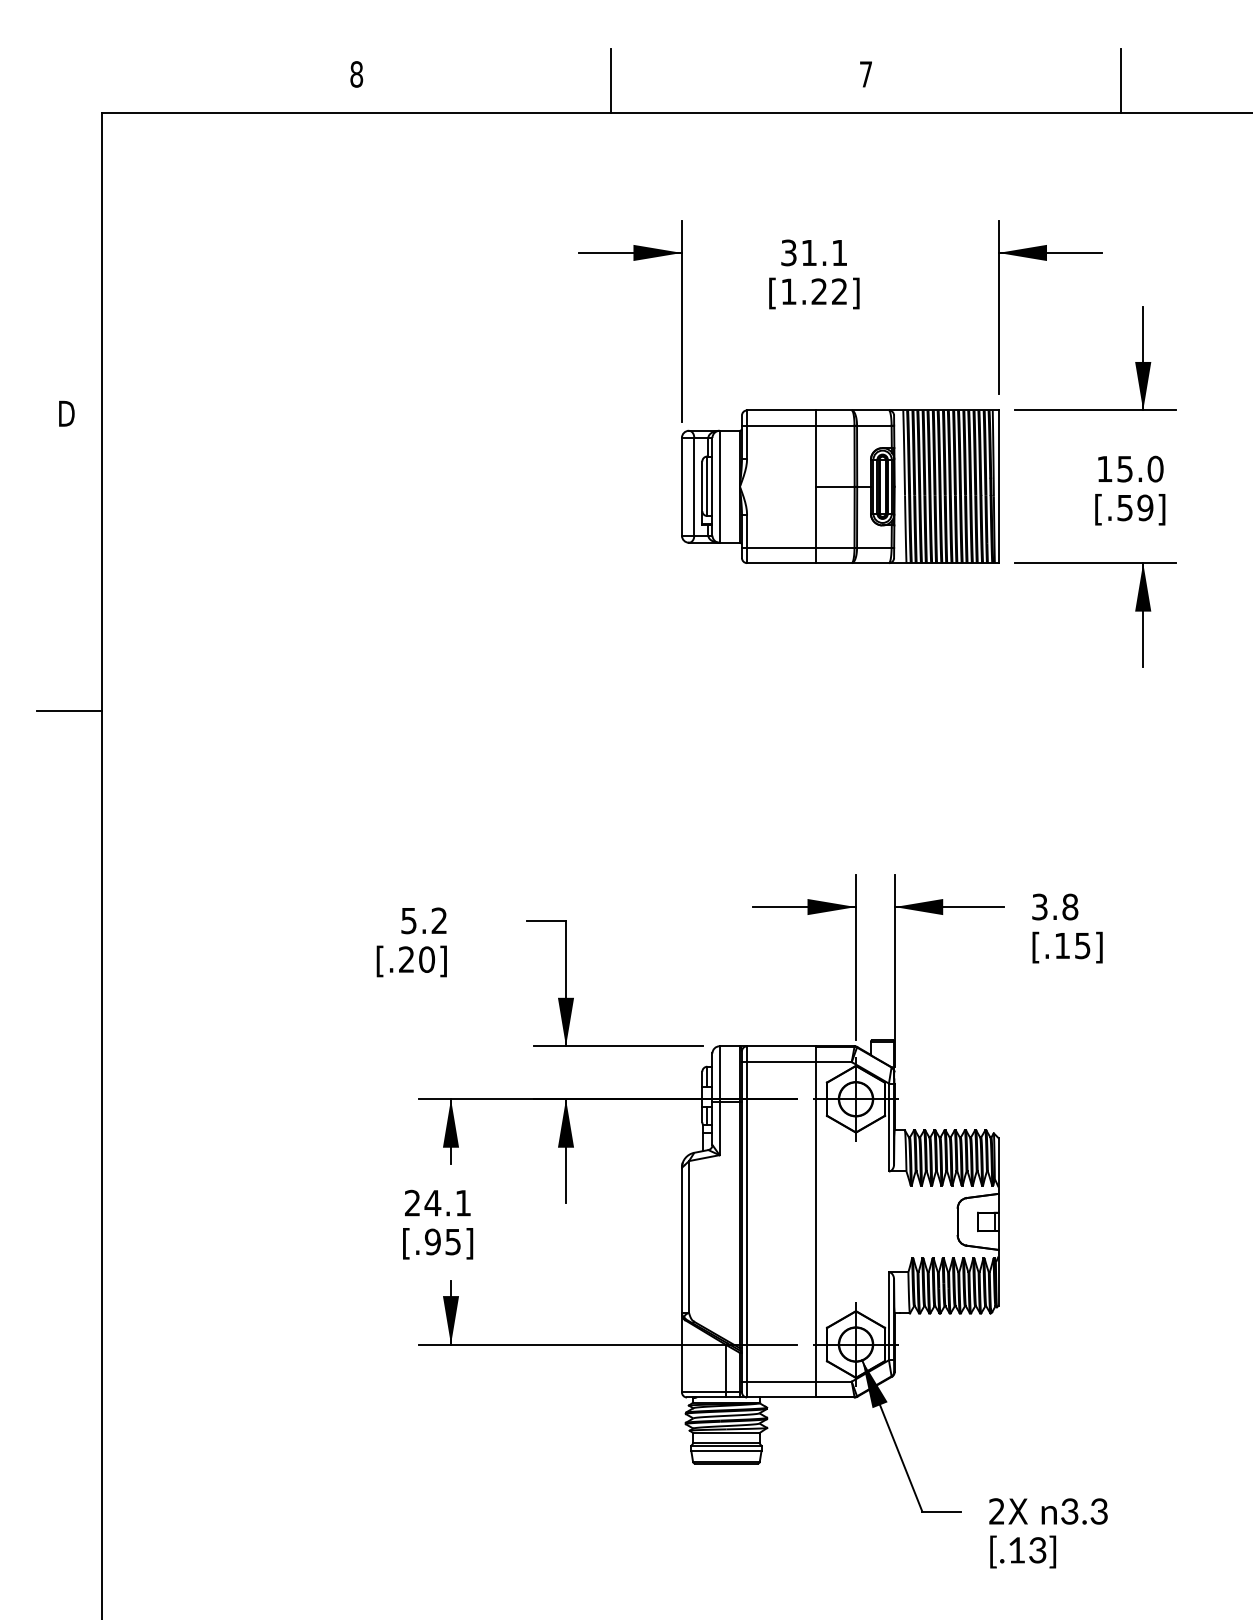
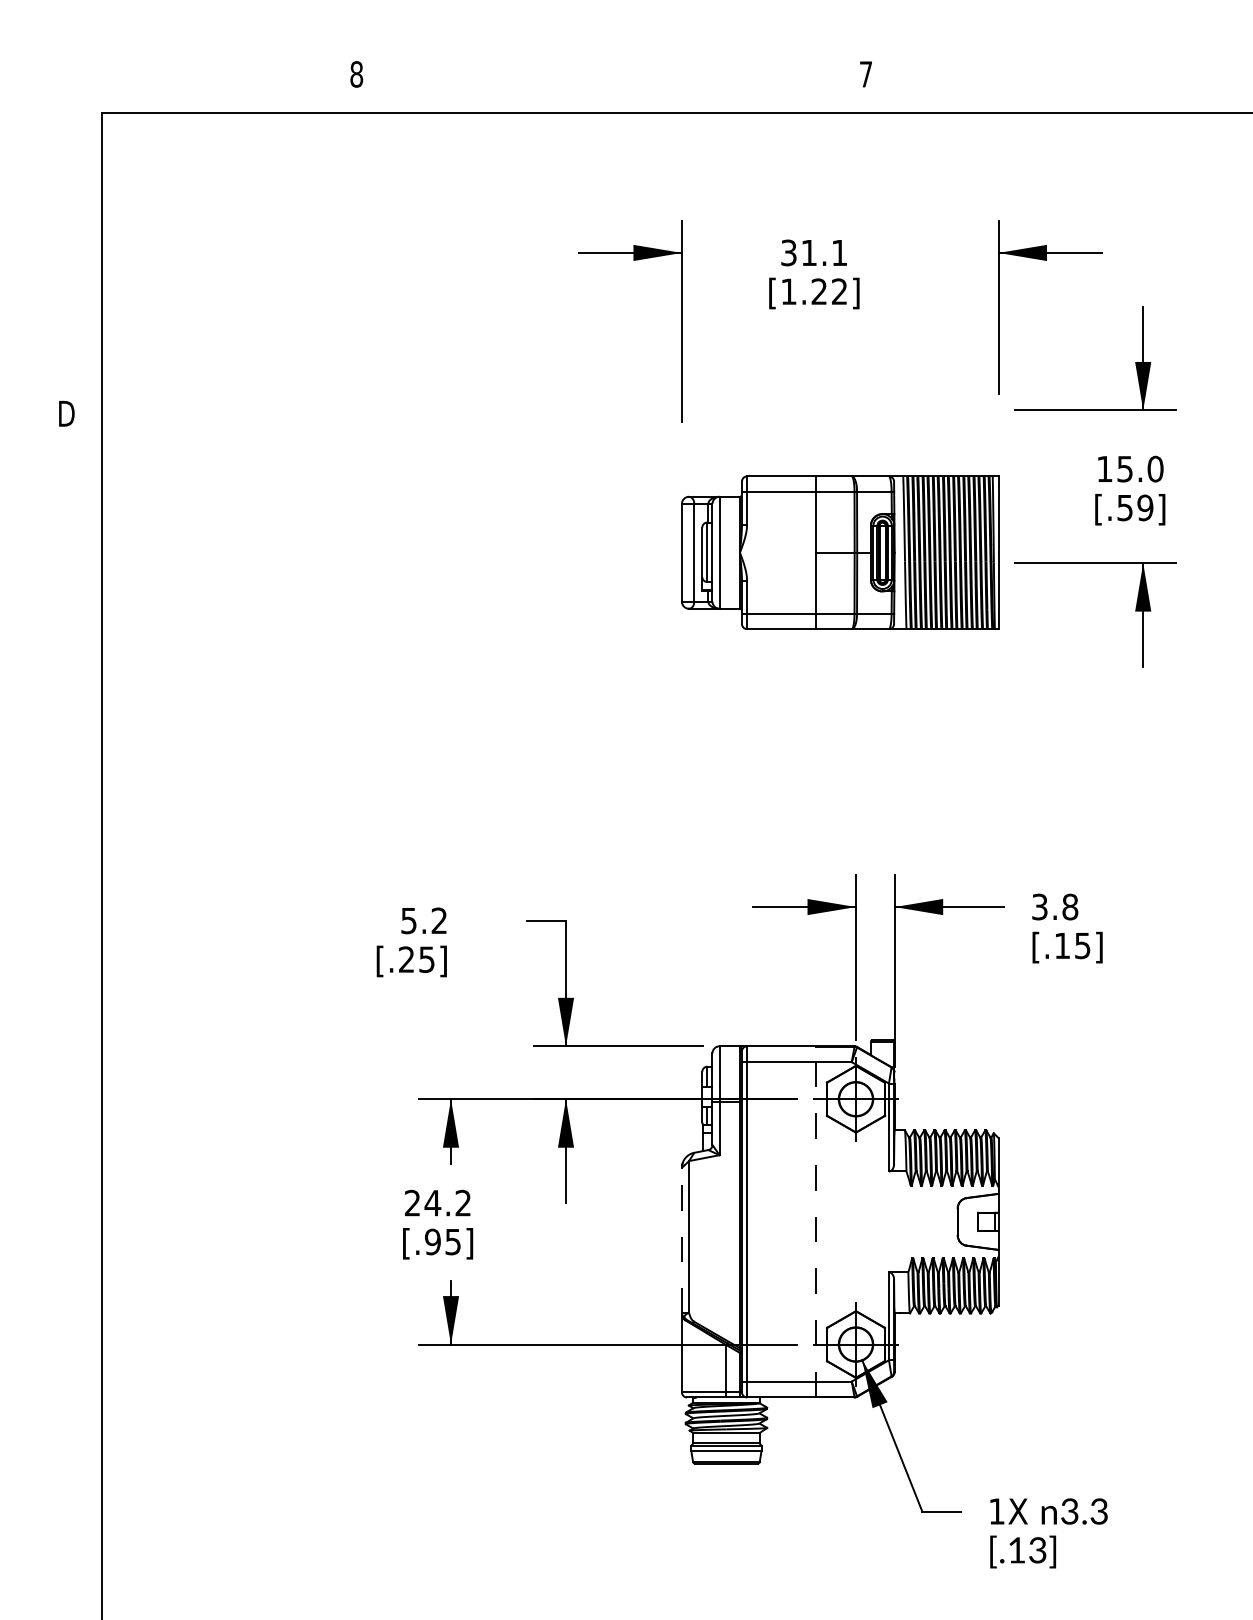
line at (611, 80): present -> none
line at (1120, 80): present -> none
part at (840, 486) position: (840, 486) -> (840, 552)
line at (69, 711): present -> none
text at (427, 959): [.20] -> [.25]
text at (462, 1202): 24.1 -> 24.2
line at (816, 1221): solid -> dashed
line at (681, 1240): solid -> dashed
text at (996, 1511): 2X -> 1X
